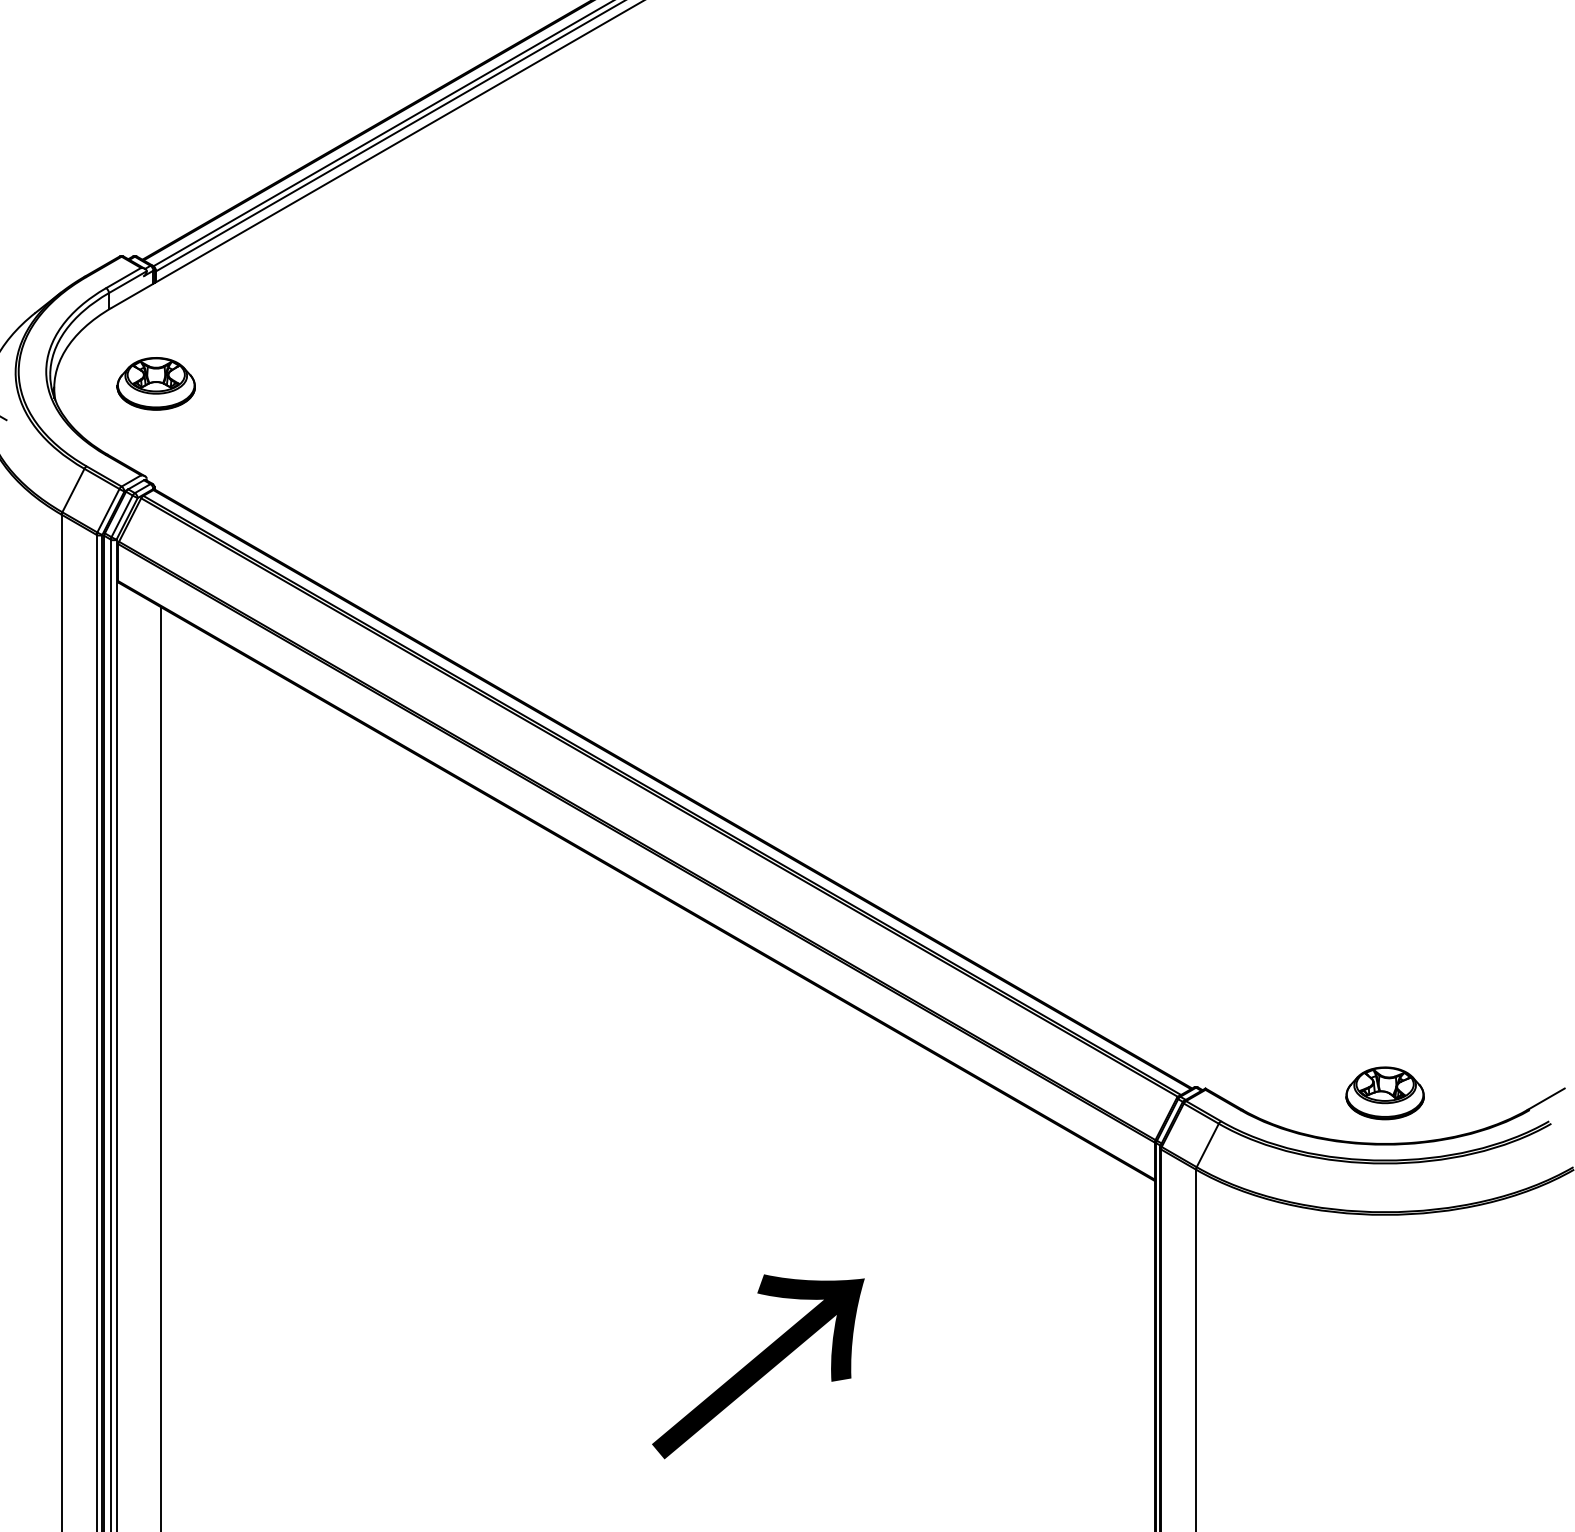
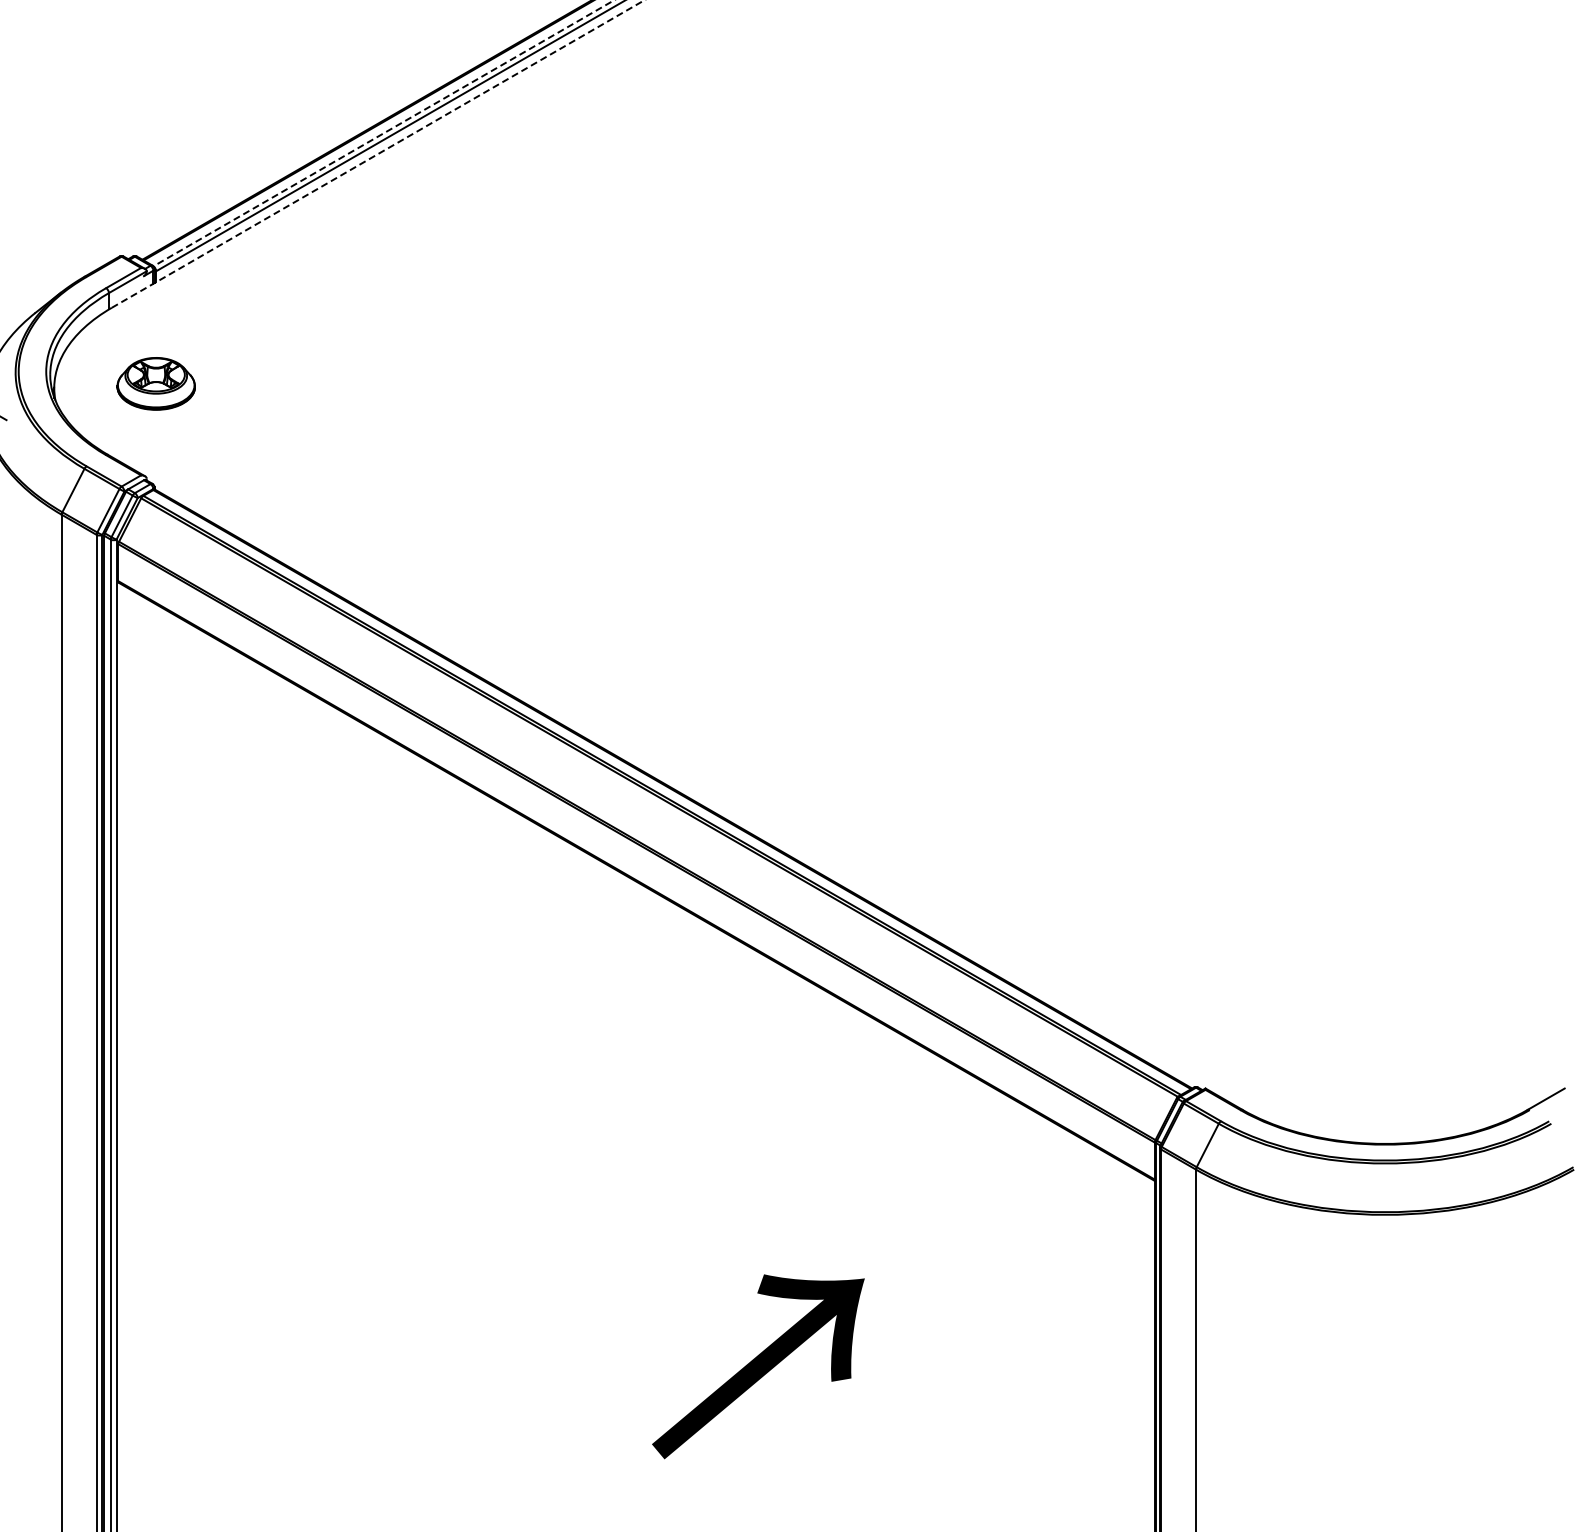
line at (383, 133): solid -> dashed
line at (378, 153): solid -> dashed
line at (160, 1067): present -> none
part at (1384, 1093): present -> none
